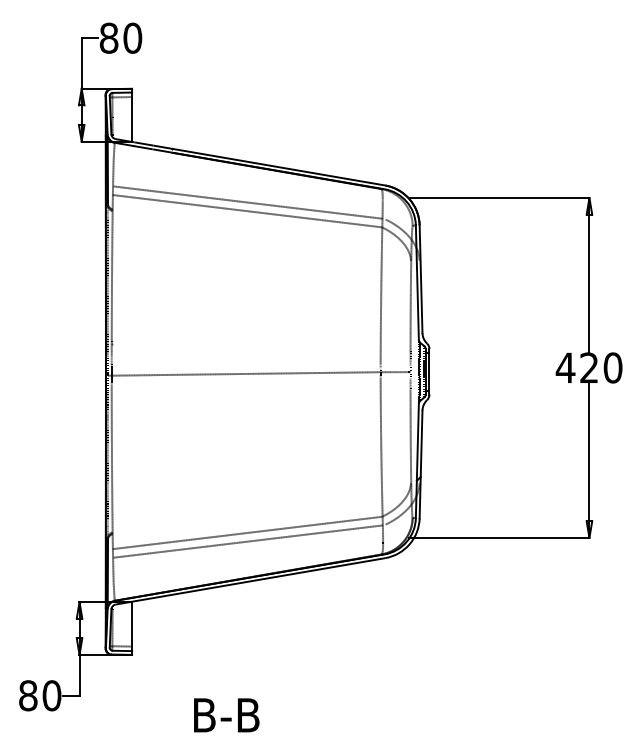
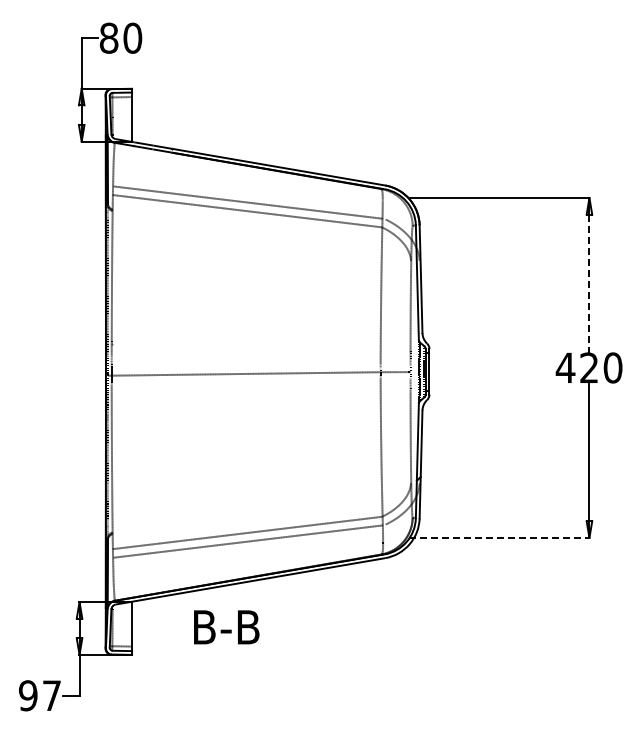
line at (589, 284): solid -> dashed
line at (499, 537): solid -> dashed
text at (39, 695): 80 -> 97
text at (226, 715) position: (226, 715) -> (226, 627)
